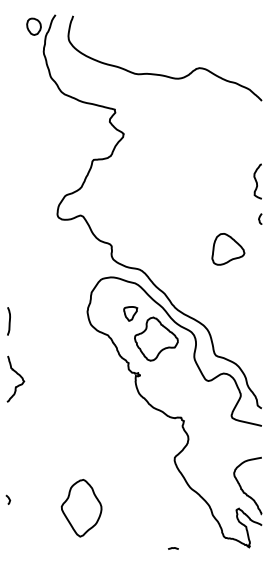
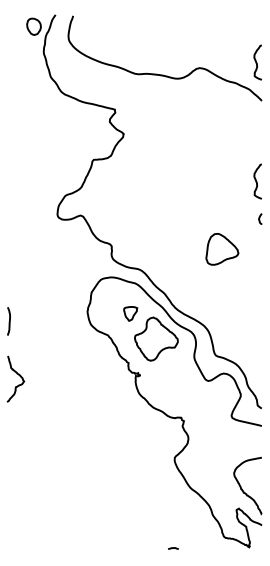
curve at (257, 62): none -> present
part at (228, 249) position: (228, 249) -> (222, 249)
line at (8, 499): present -> none
part at (81, 508): present -> none
